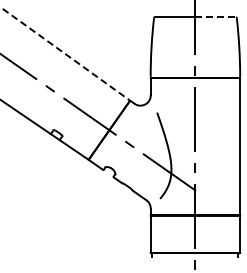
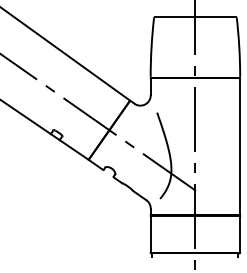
line at (216, 17): dashed -> solid
line at (64, 53): dashed -> solid
